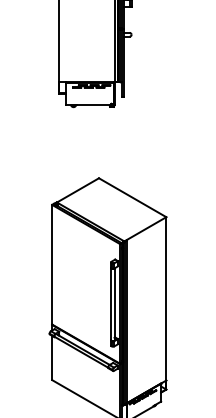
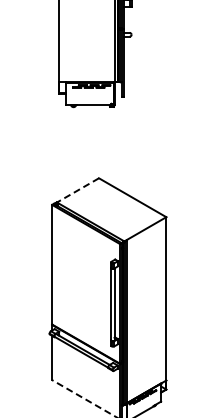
line at (77, 190): solid -> dashed
line at (84, 399): solid -> dashed
